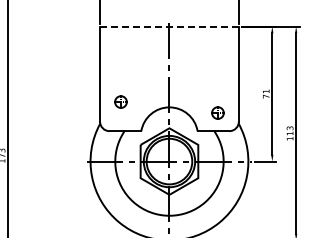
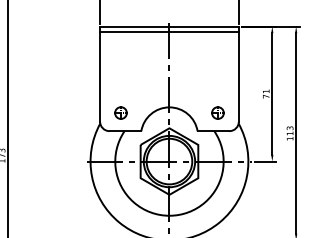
line at (169, 26): dashed -> solid
line at (169, 32): none -> present
part at (120, 101) position: (120, 101) -> (120, 112)
